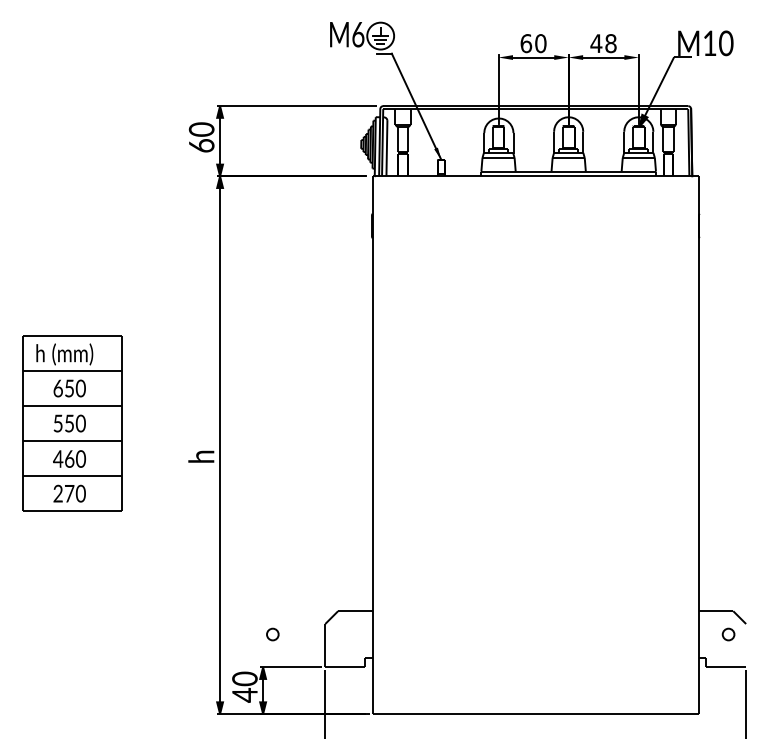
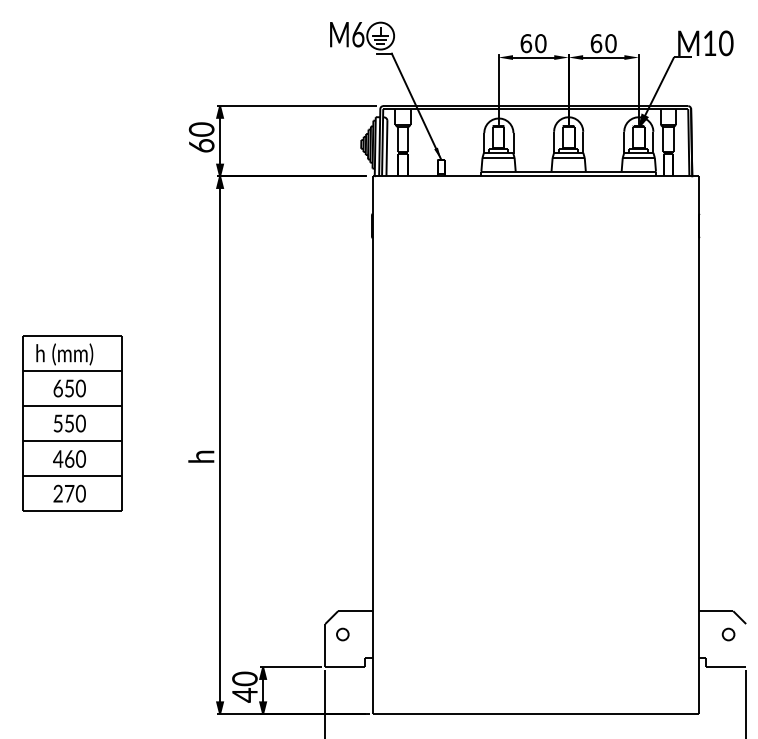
text at (603, 43): 48 -> 60
part at (272, 634) position: (272, 634) -> (342, 634)
